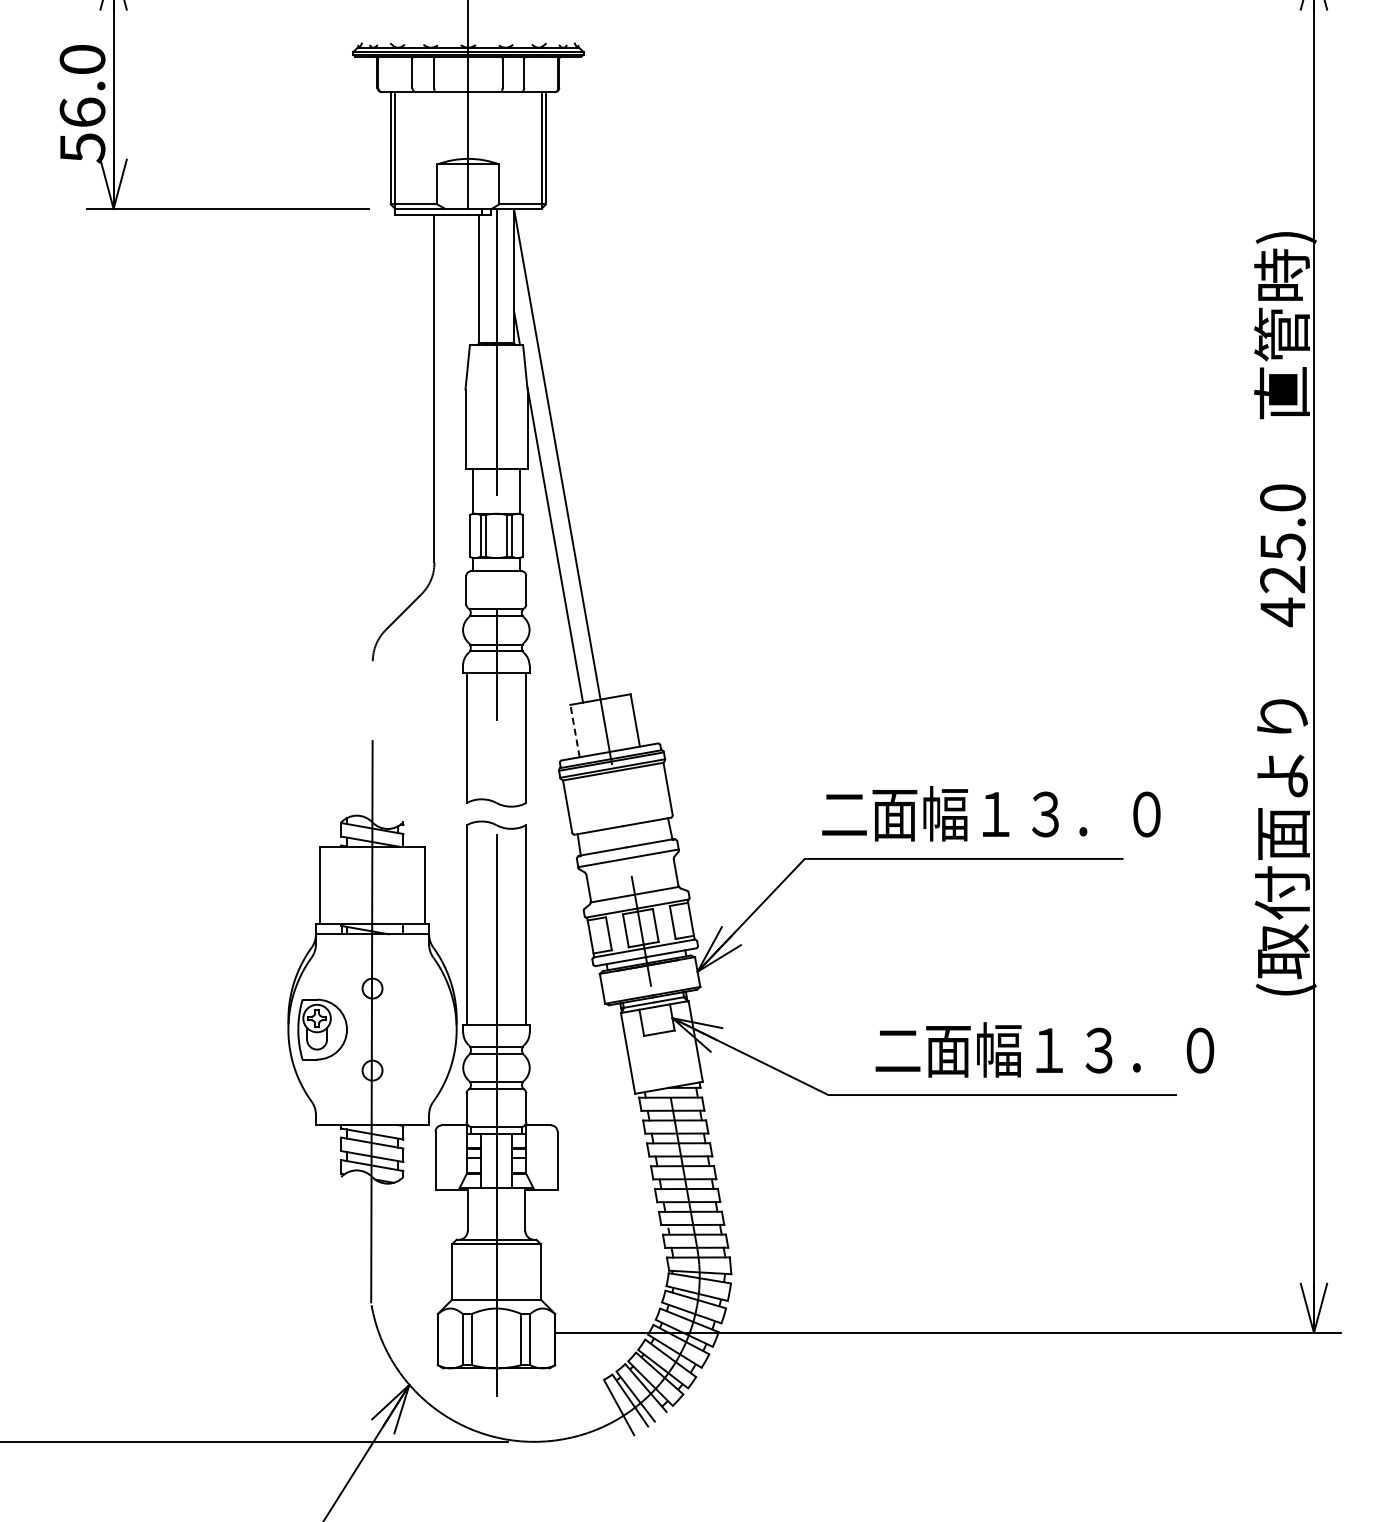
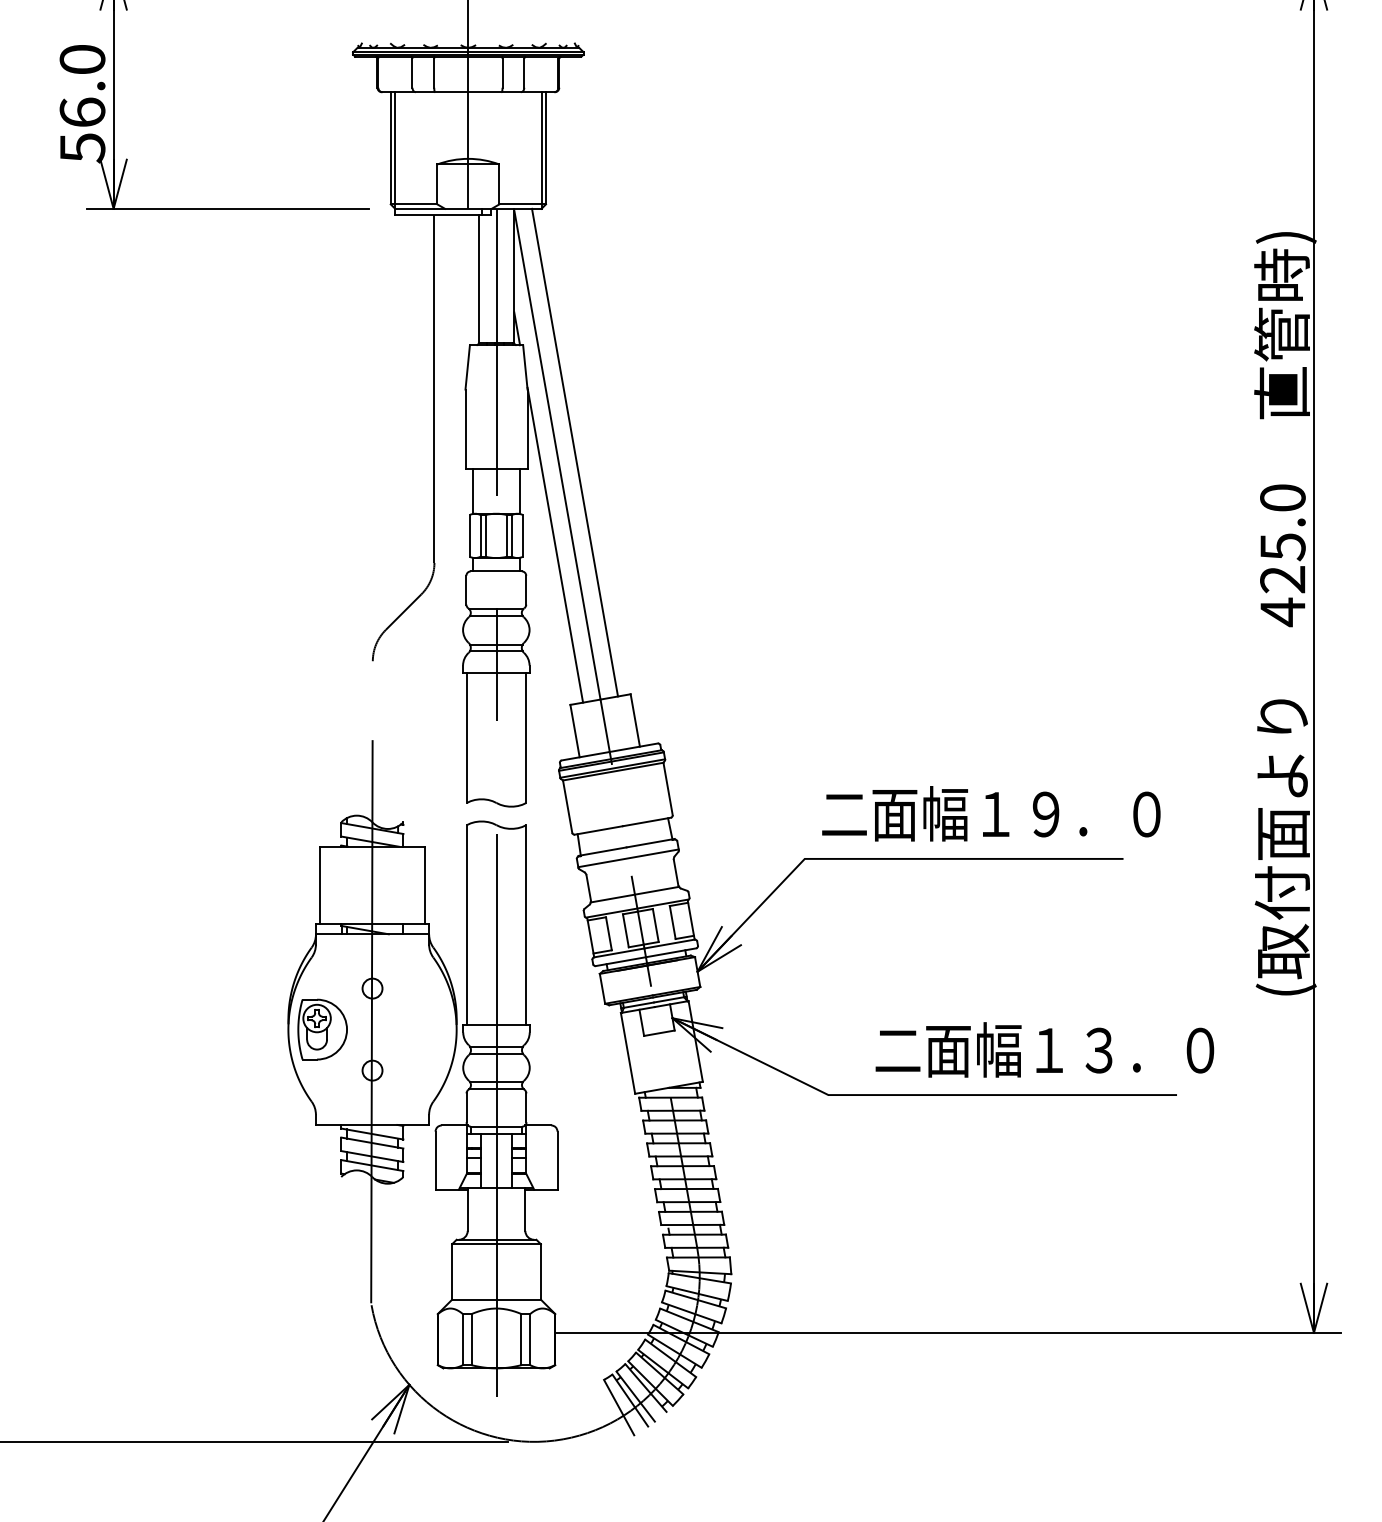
line at (575, 452): none -> present
line at (575, 731): dashed -> solid
text at (1045, 814): 二面幅１３．０ -> 二面幅１９．０
